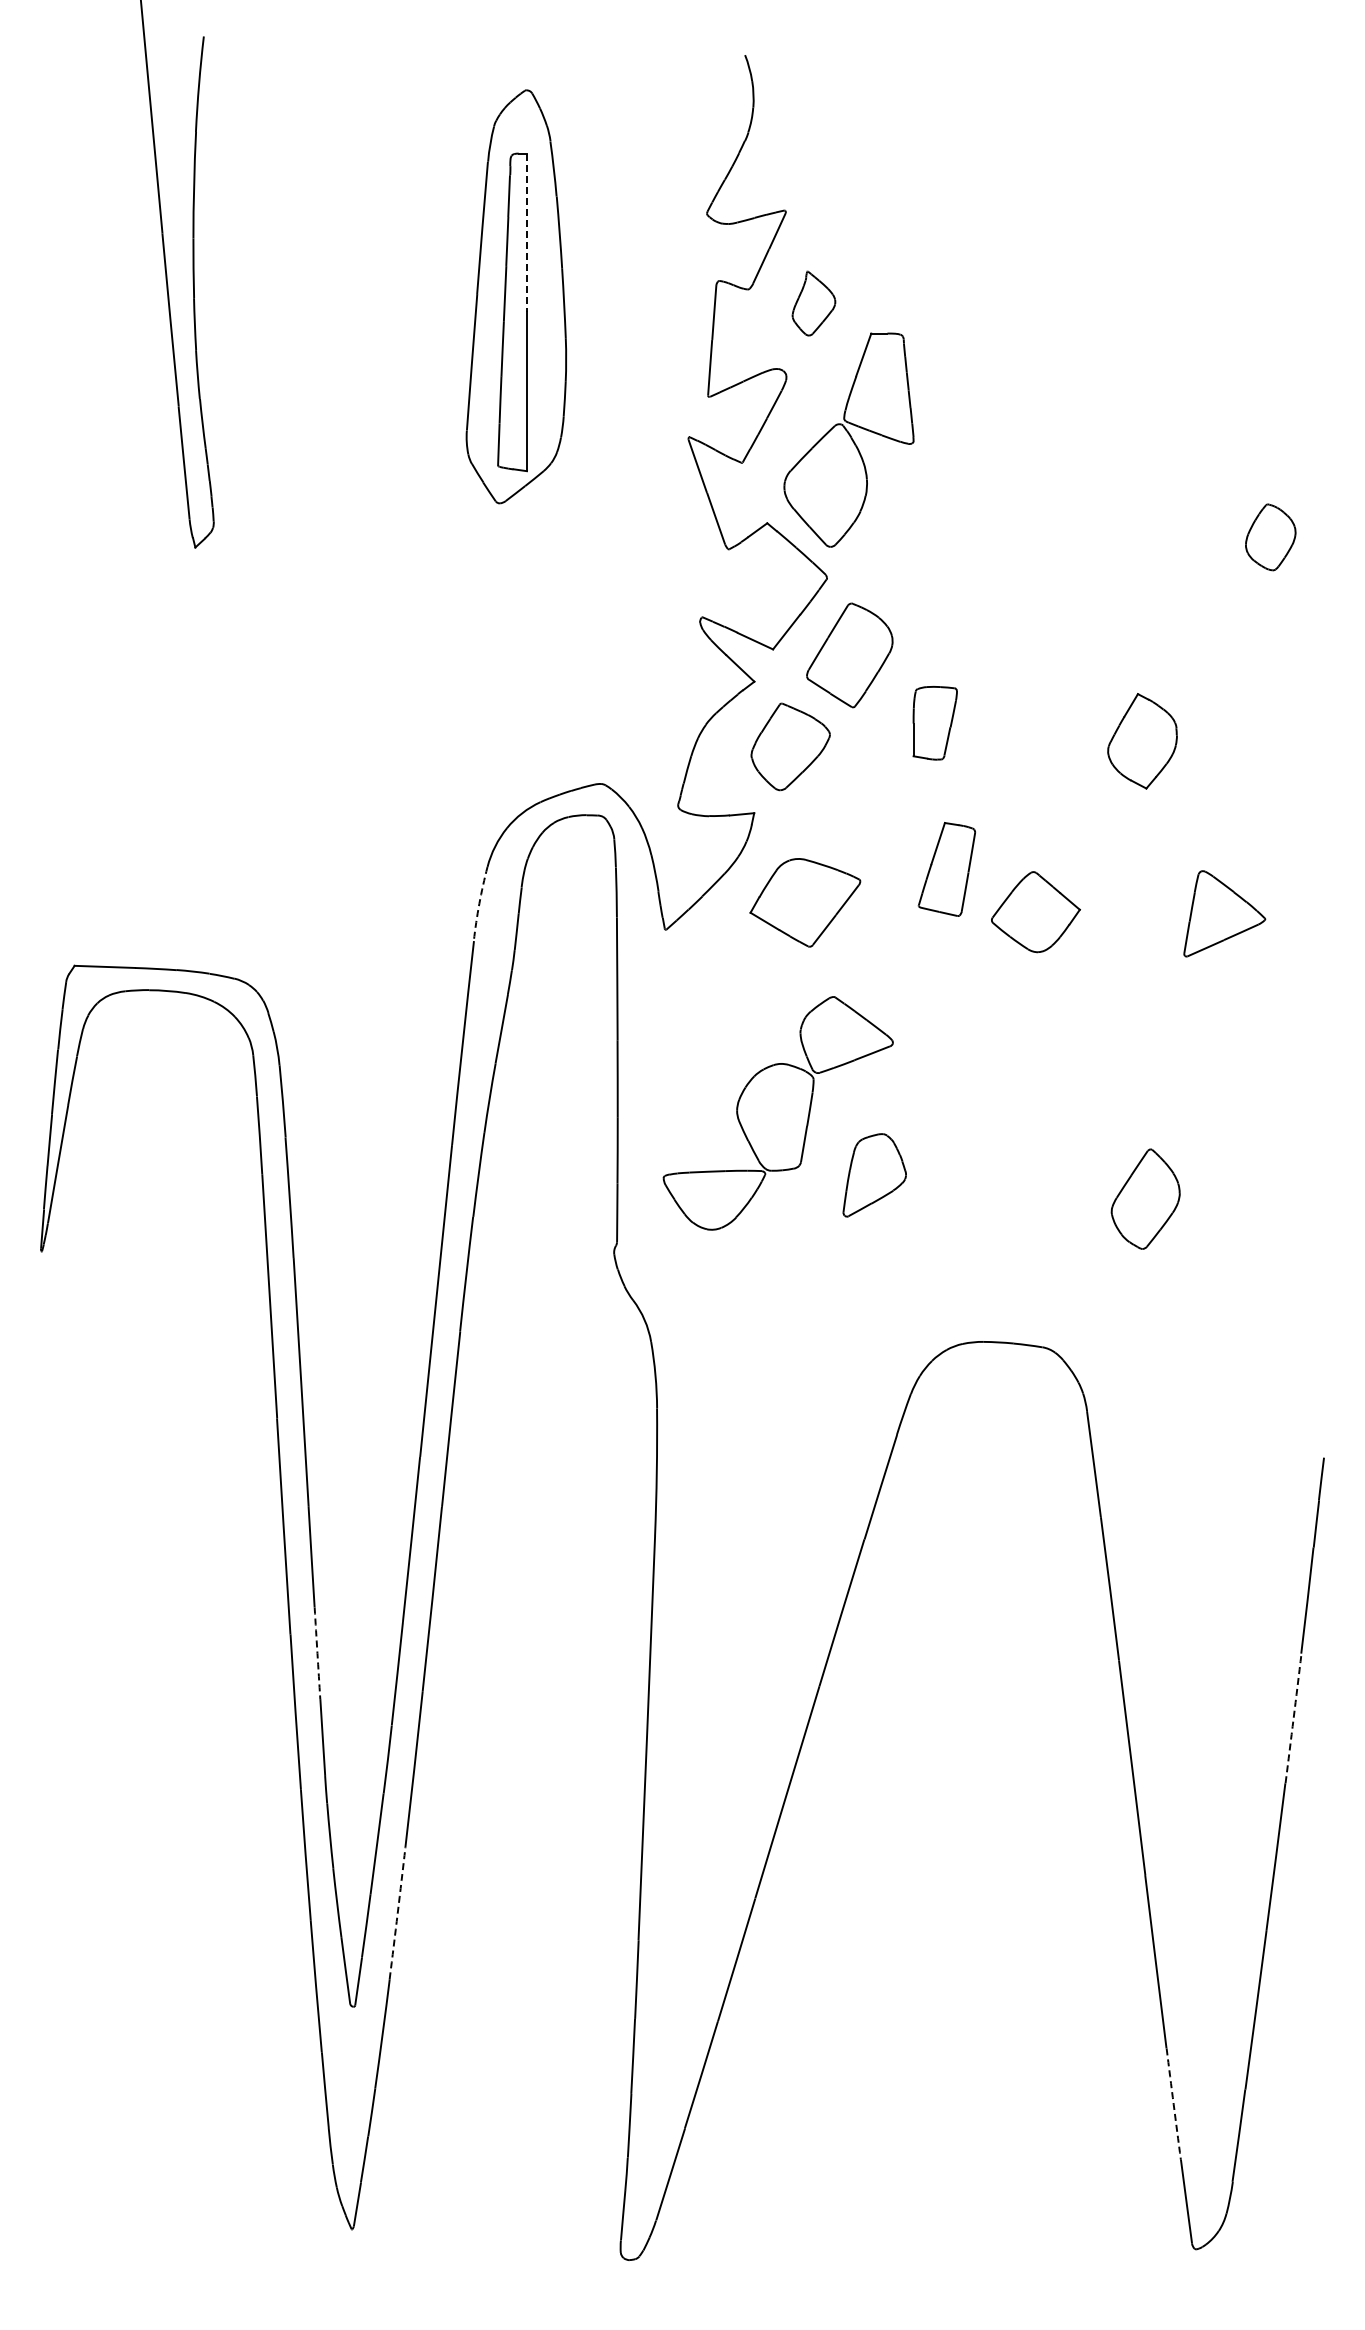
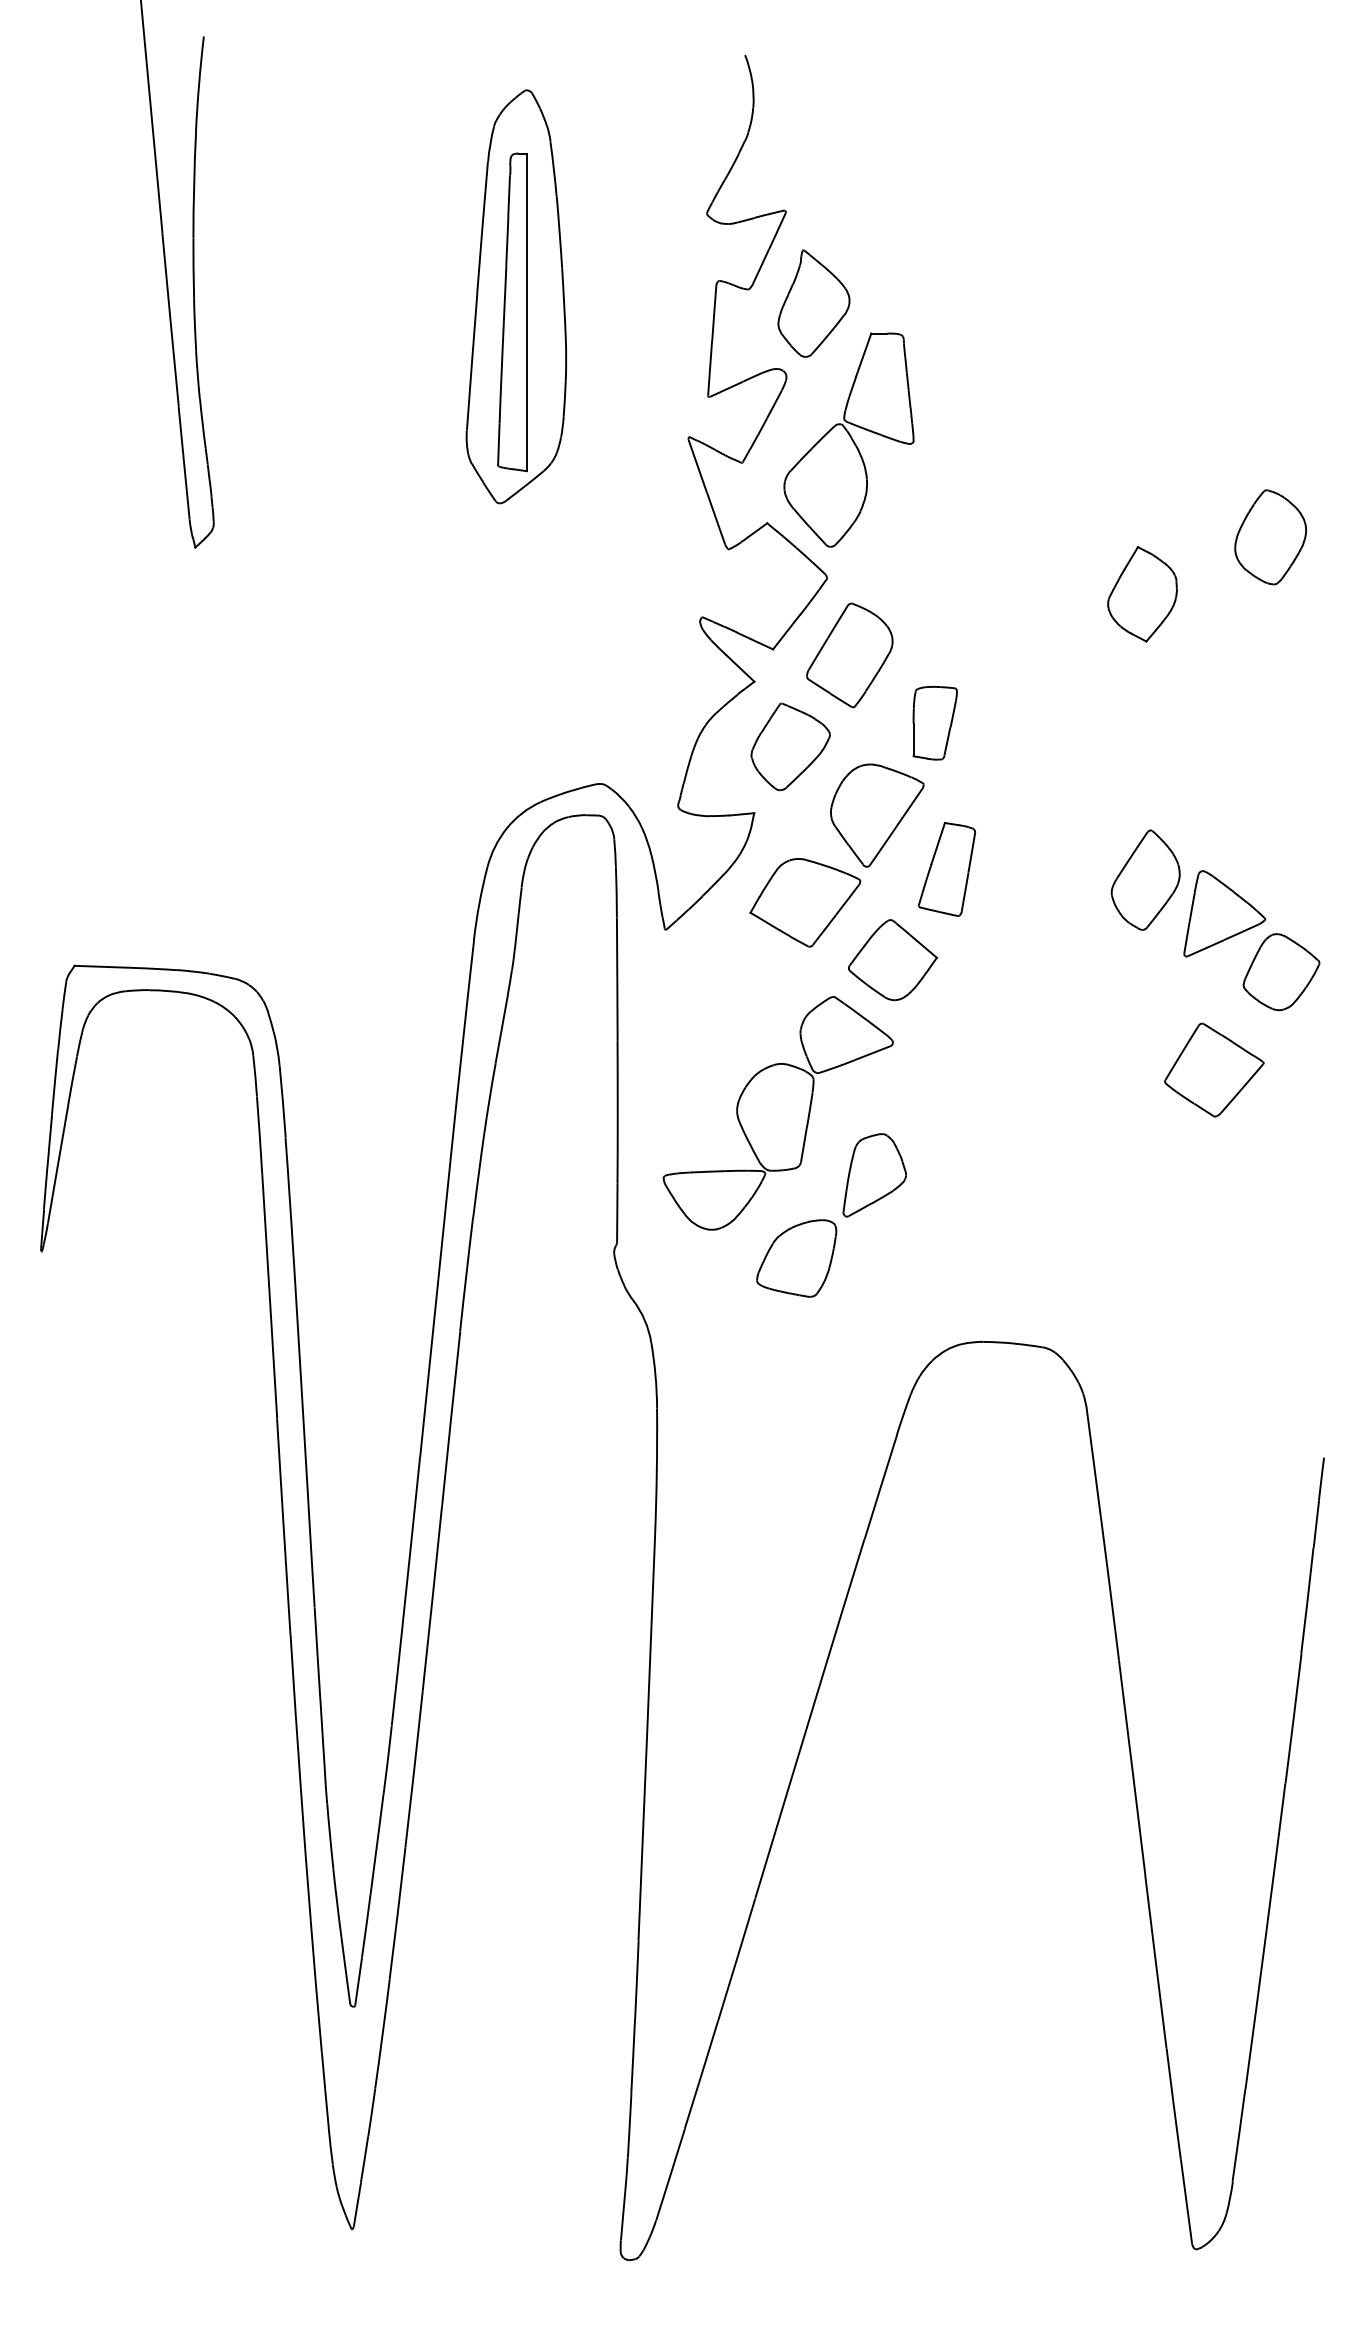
line at (526, 233): dashed -> solid
part at (813, 303) size: 46x67 px -> 74x109 px
part at (1270, 537) size: 52x69 px -> 74x97 px
part at (1142, 741) position: (1142, 741) -> (1142, 594)
part at (877, 815): none -> present
arc at (479, 903): dashed -> solid
part at (1035, 912) position: (1035, 912) -> (892, 960)
part at (1281, 972): none -> present
part at (1214, 1069): none -> present
part at (1145, 1198) position: (1145, 1198) -> (1145, 879)
part at (796, 1258): none -> present
arc at (317, 1653): dashed -> solid
arc at (1293, 1718): dashed -> solid
arc at (397, 1913): dashed -> solid
arc at (1173, 2104): dashed -> solid
